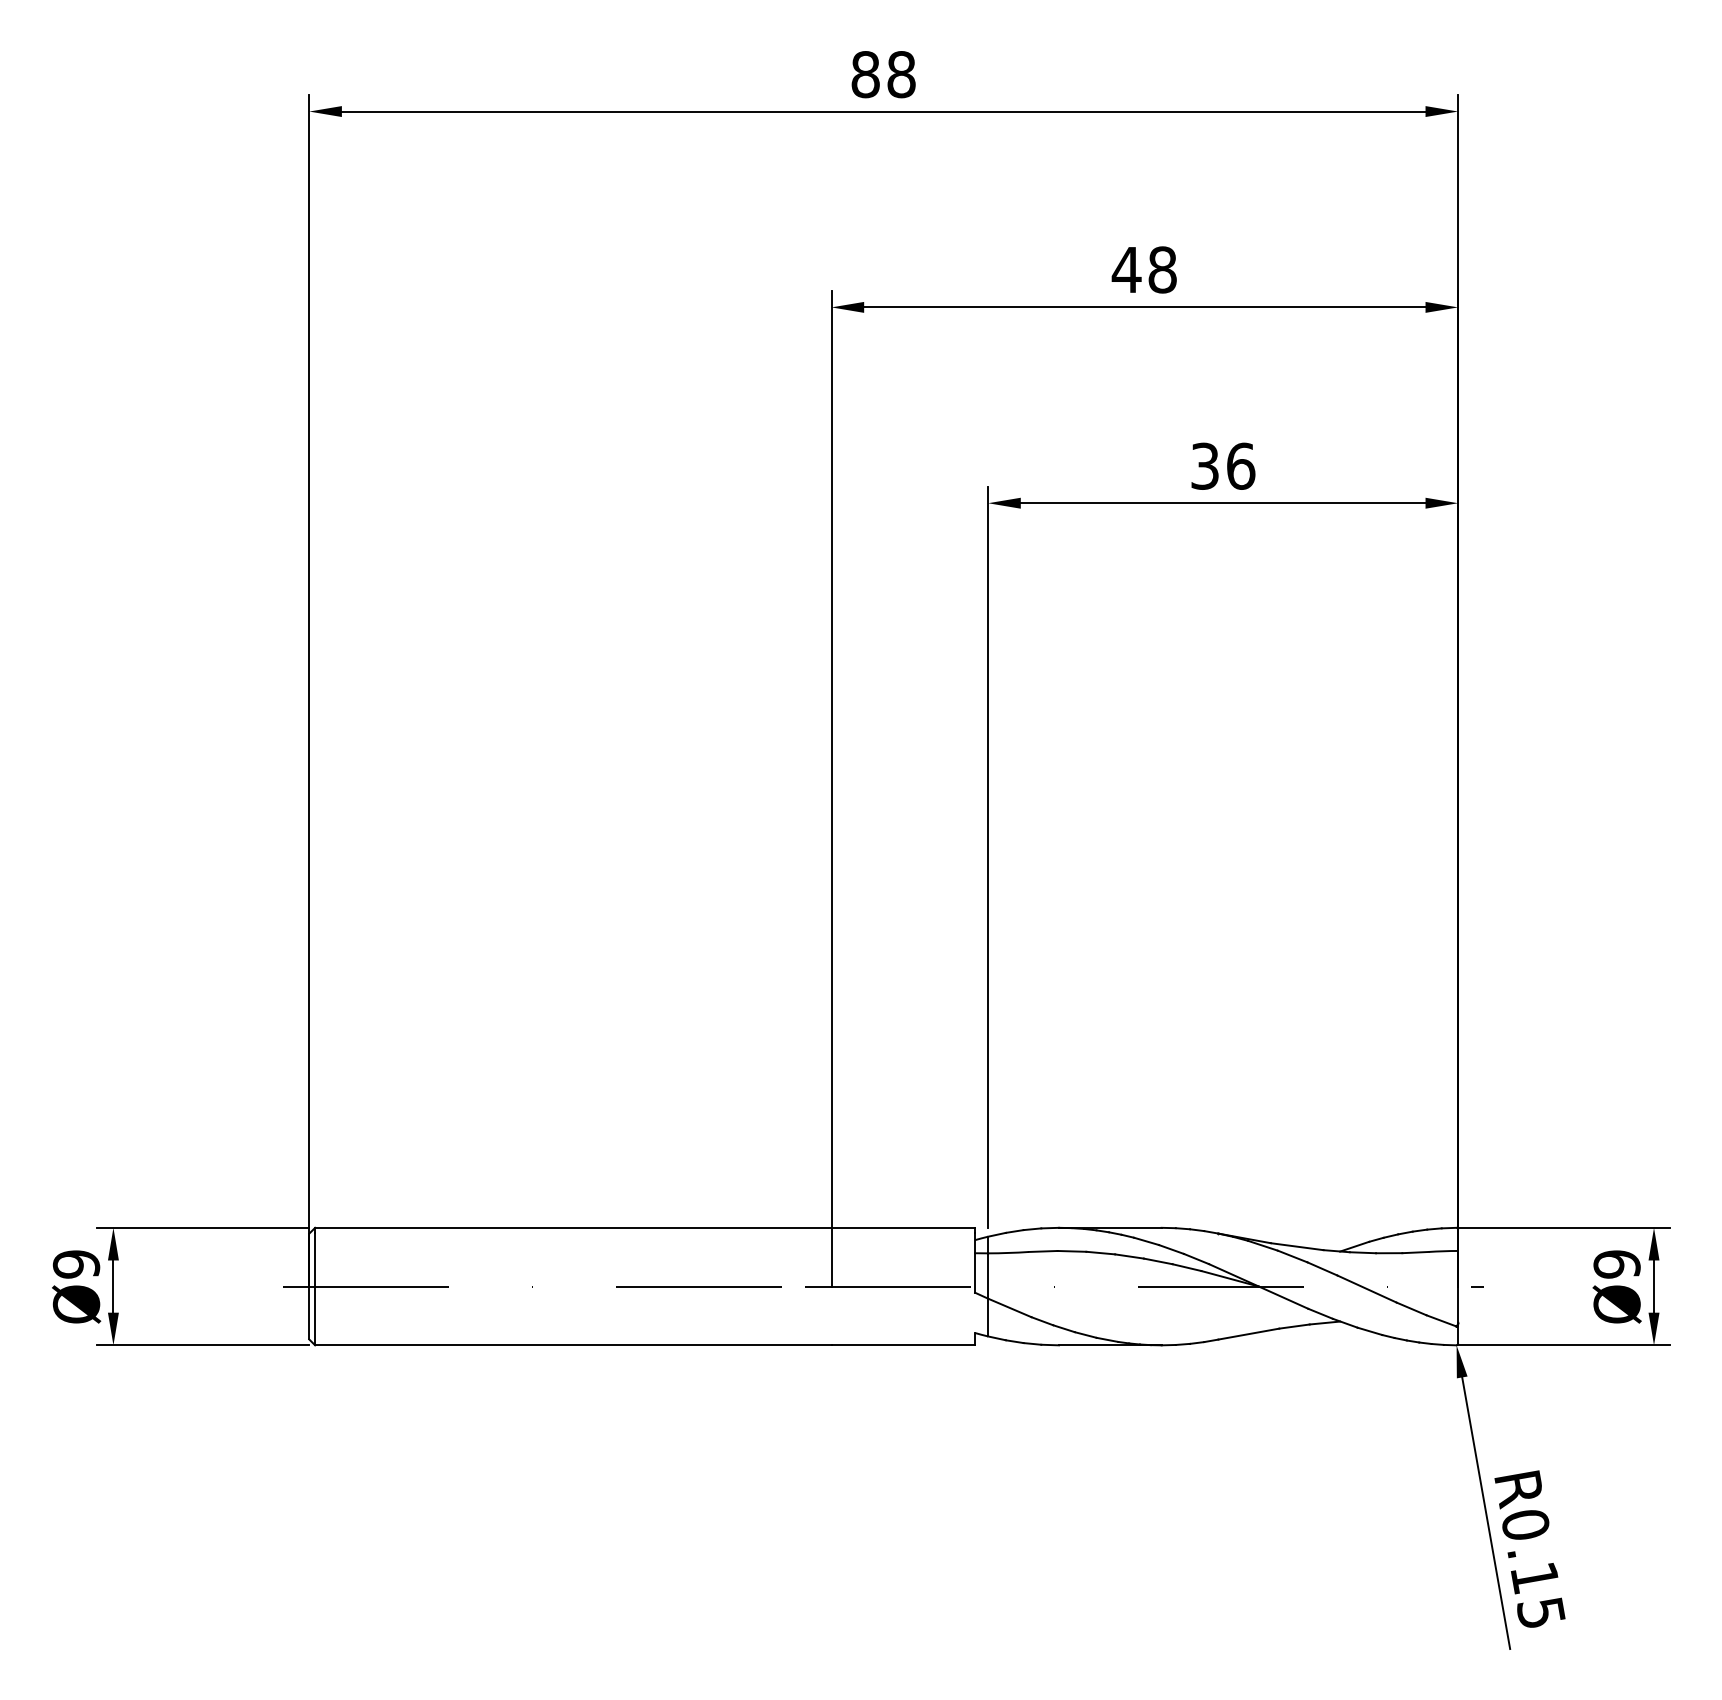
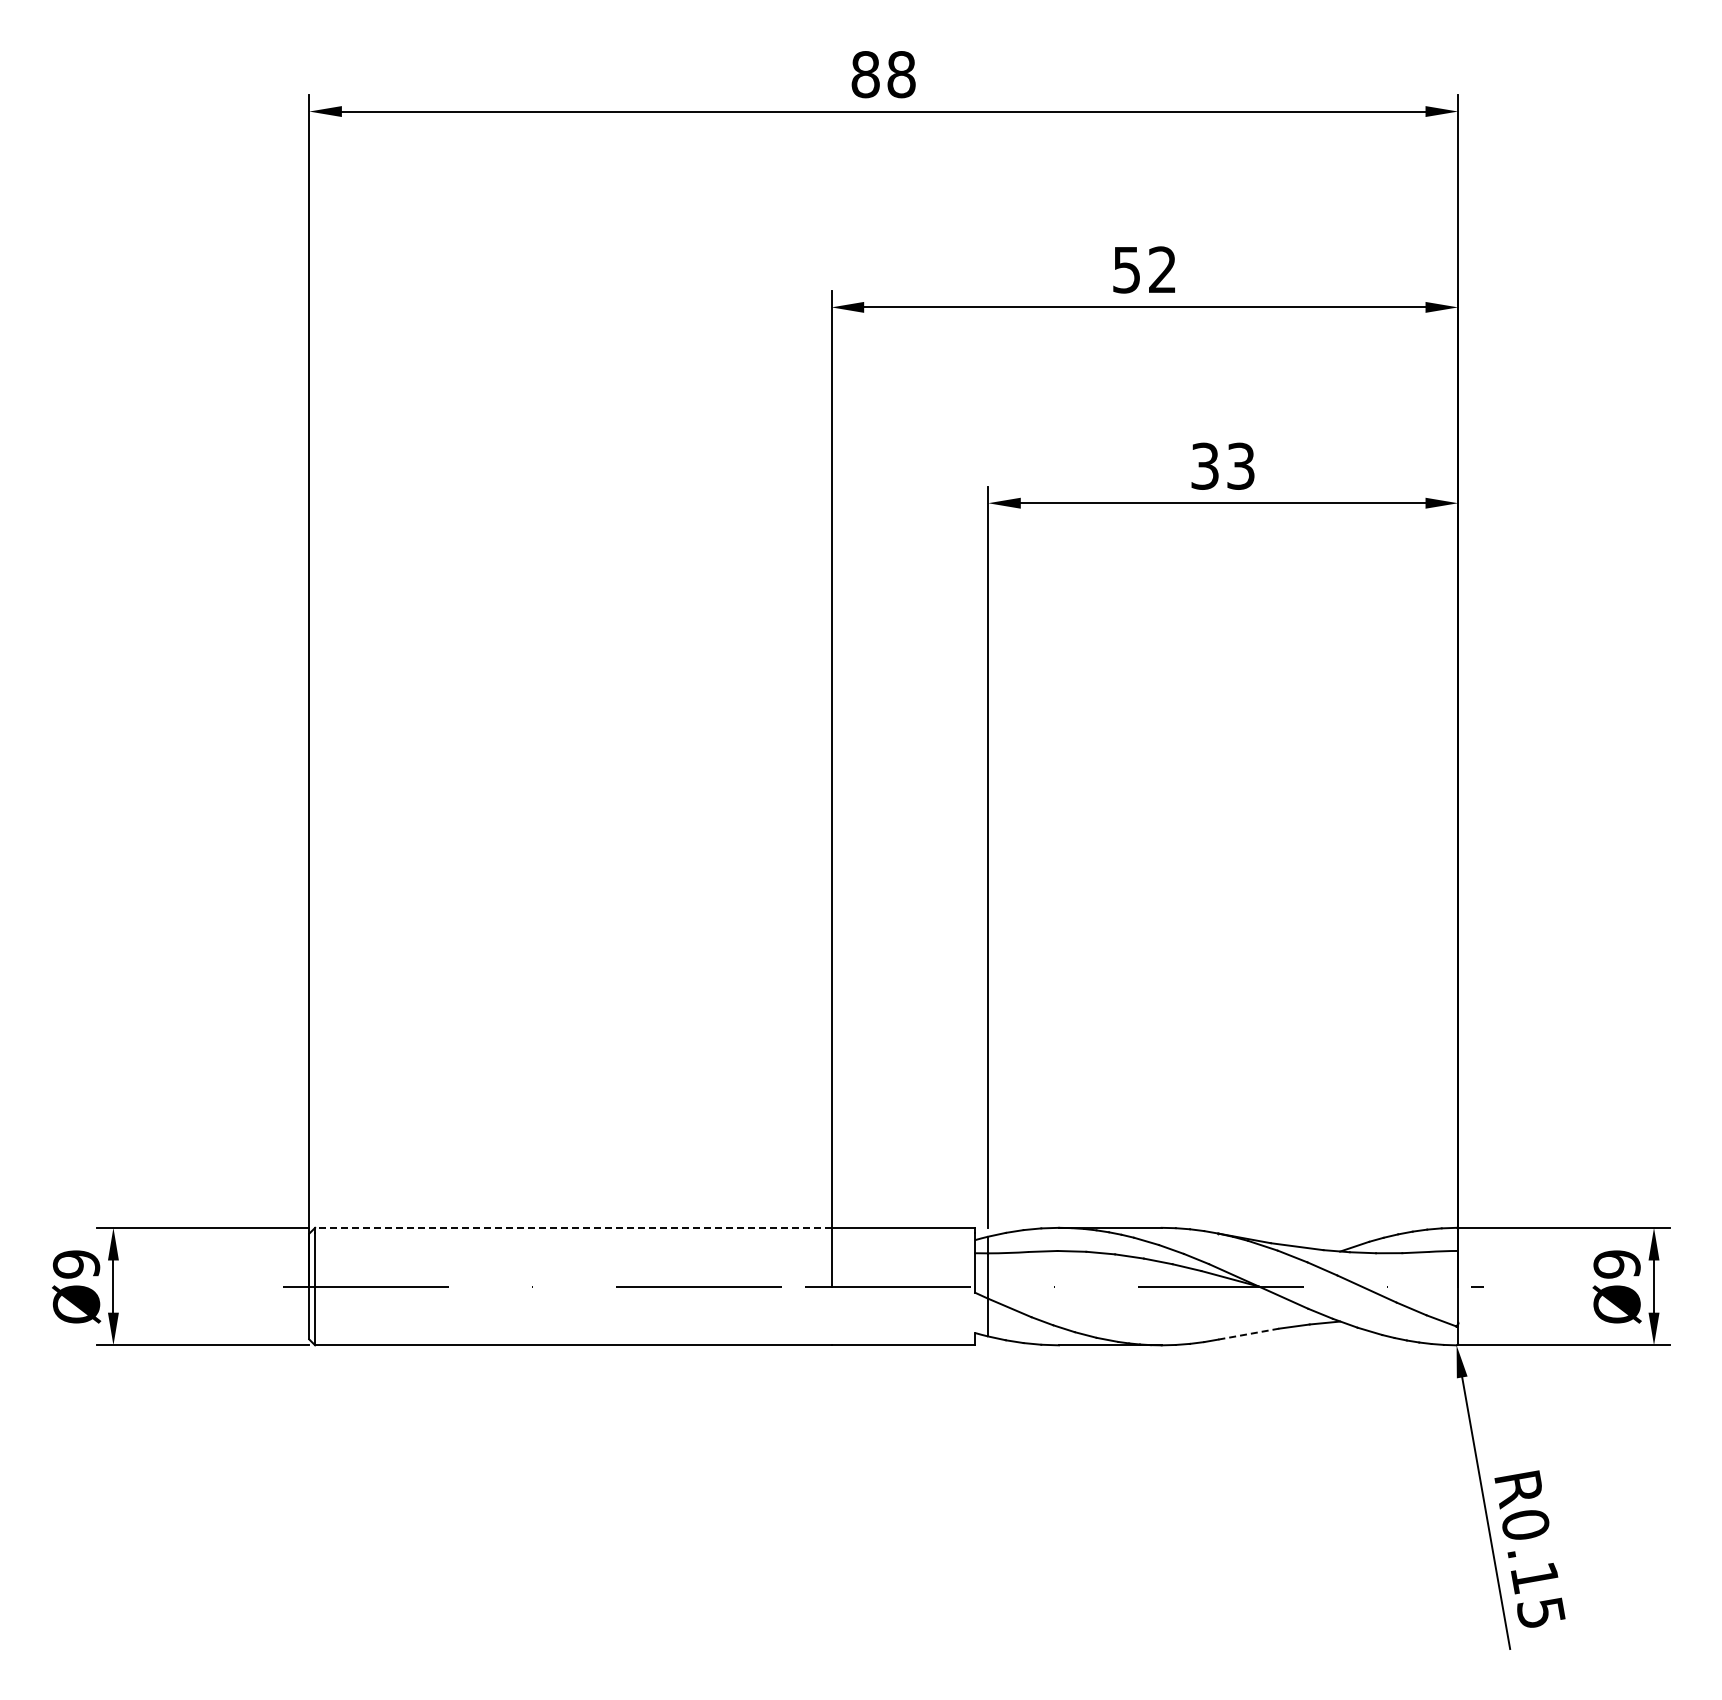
text at (1143, 269): 48 -> 52
text at (1241, 465): 36 -> 33
line at (572, 1227): solid -> dashed
line at (1248, 1334): solid -> dashed
